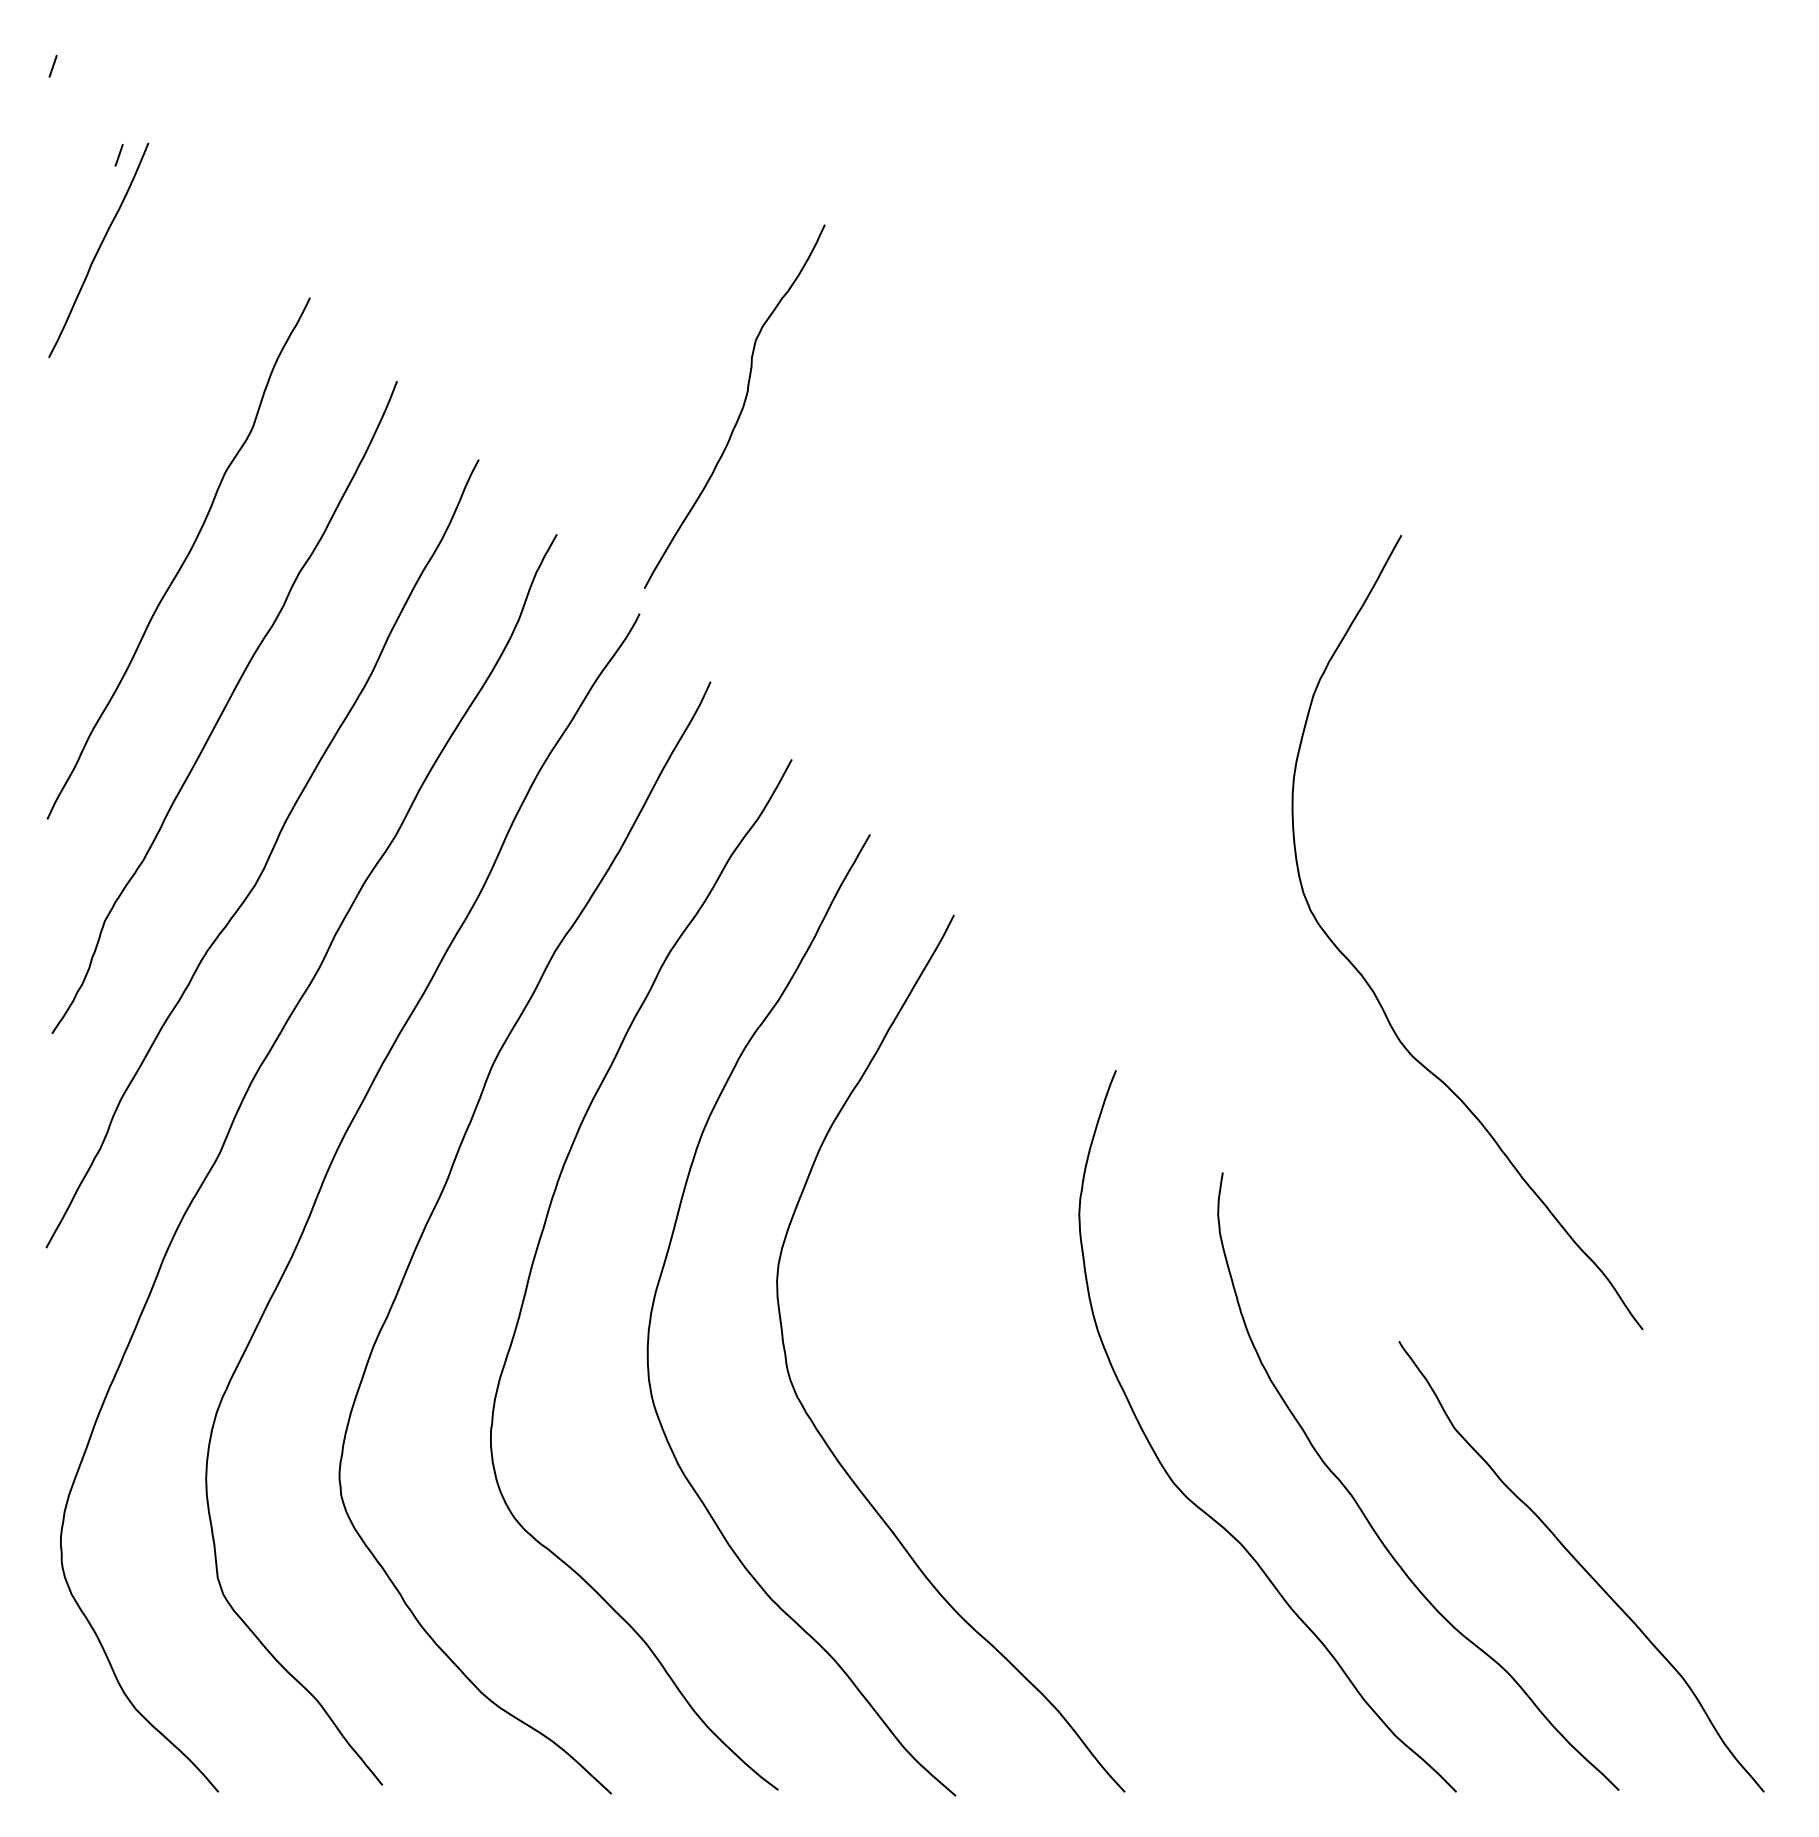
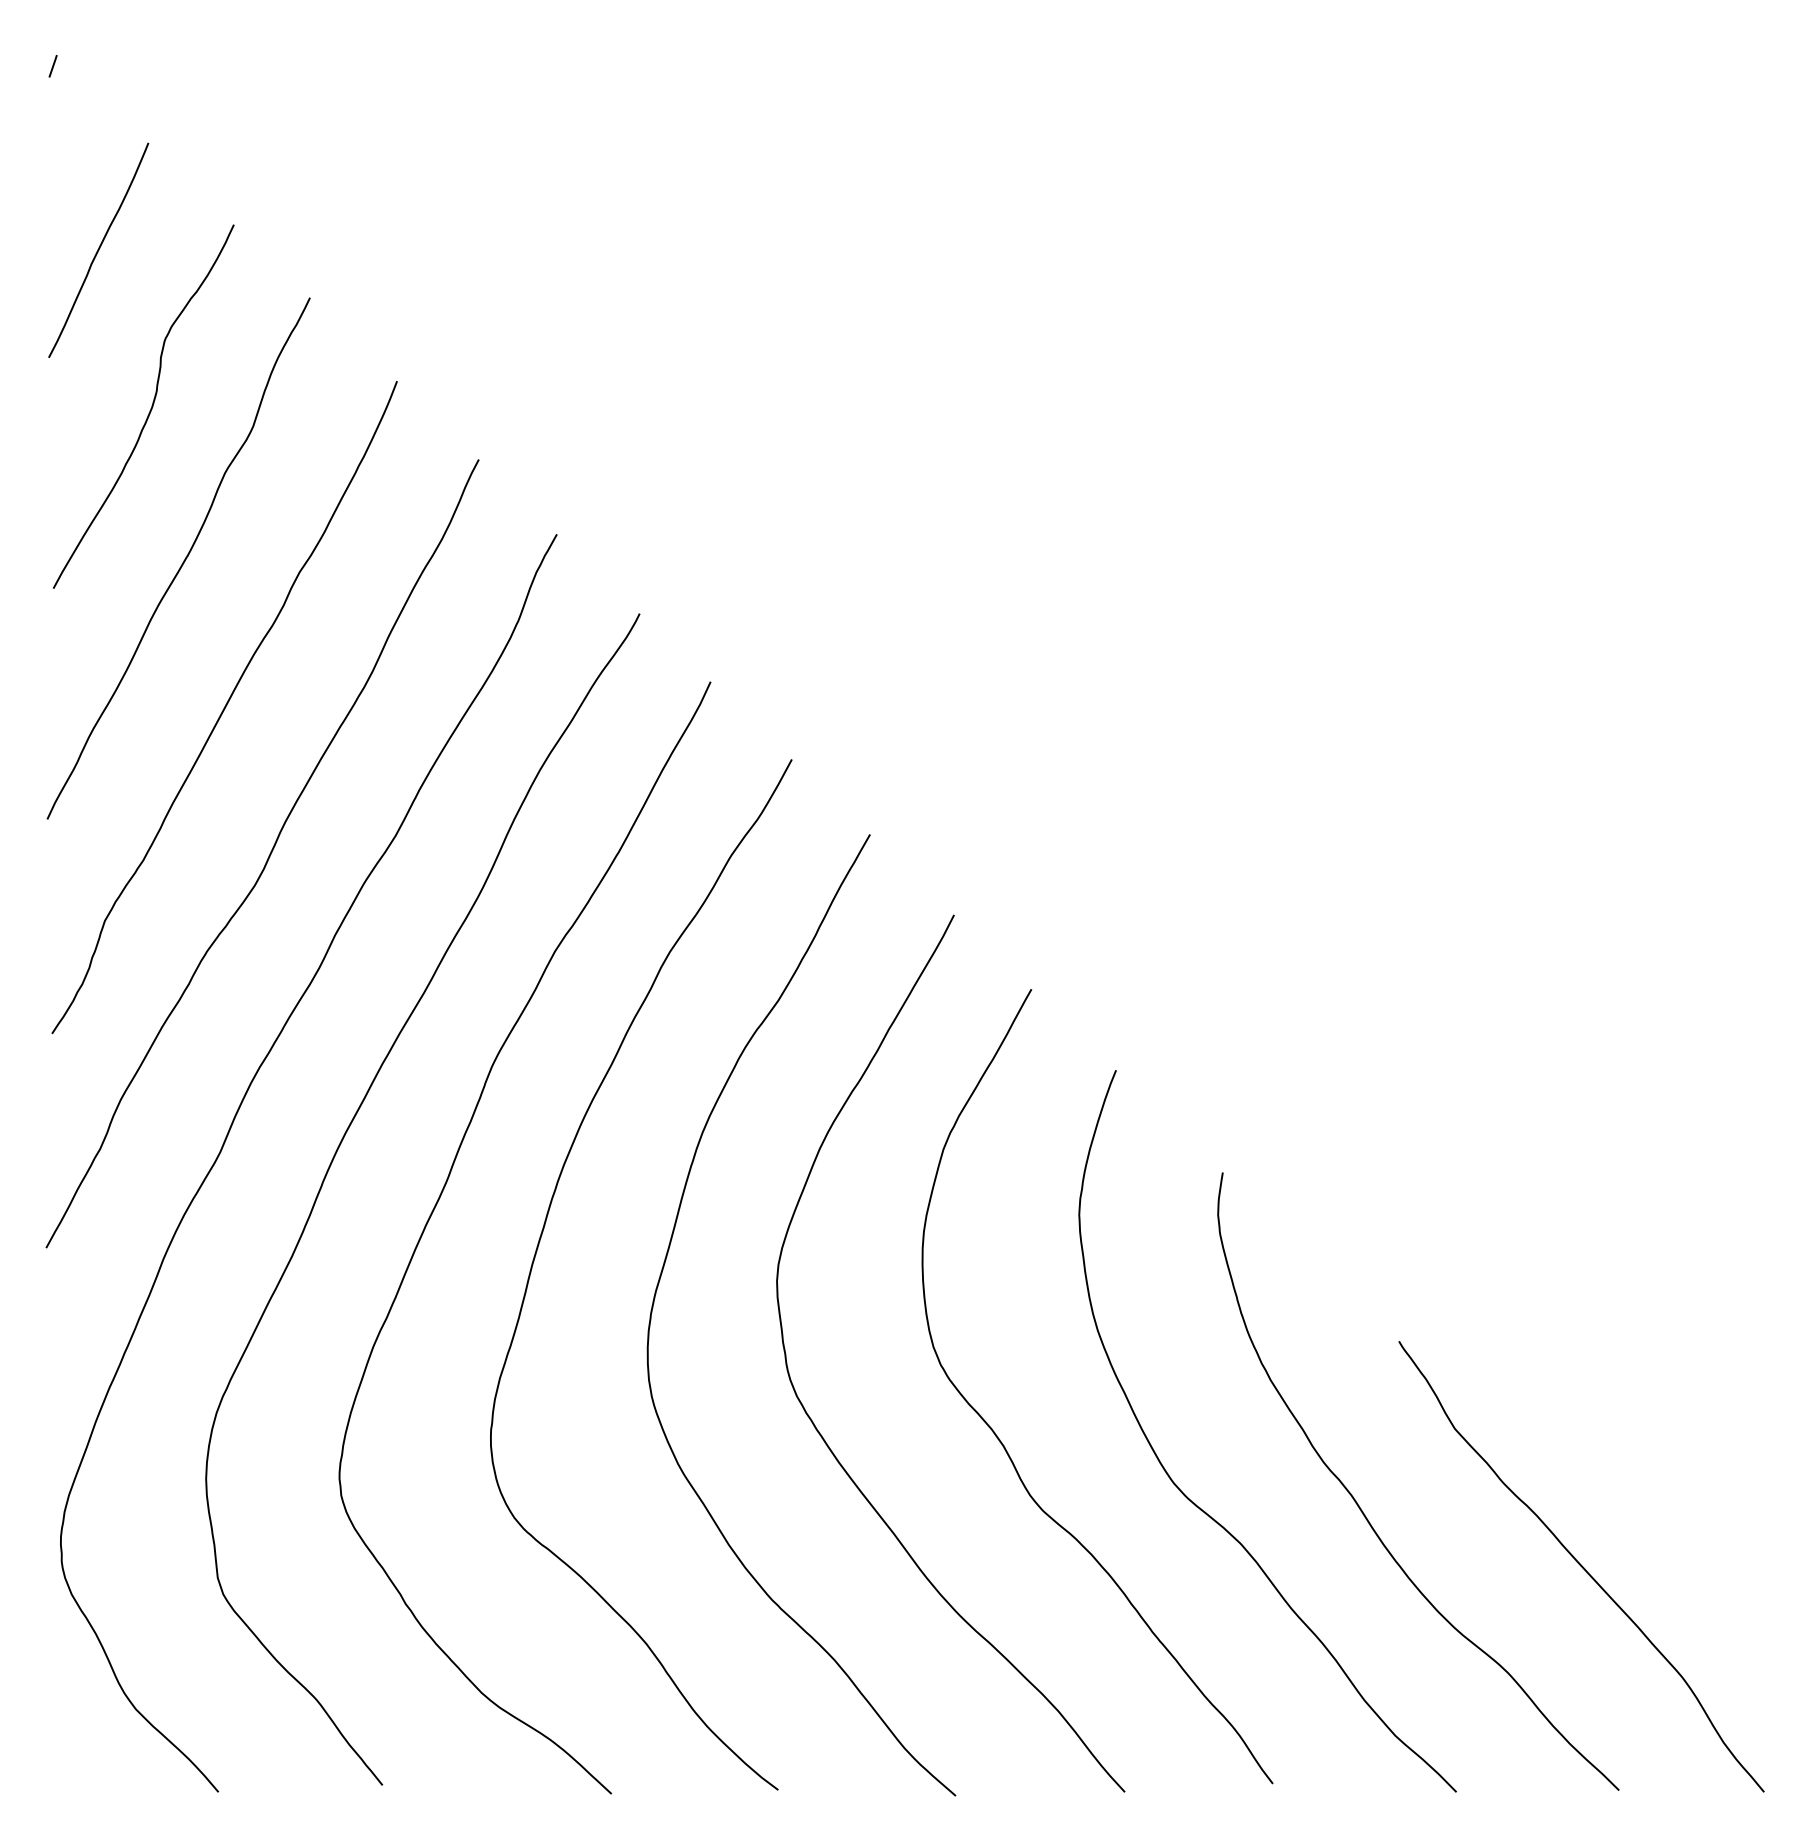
line at (118, 155): present -> none
curve at (740, 410) position: (740, 410) -> (149, 410)
curve at (1374, 991) position: (1374, 991) -> (1004, 1445)
